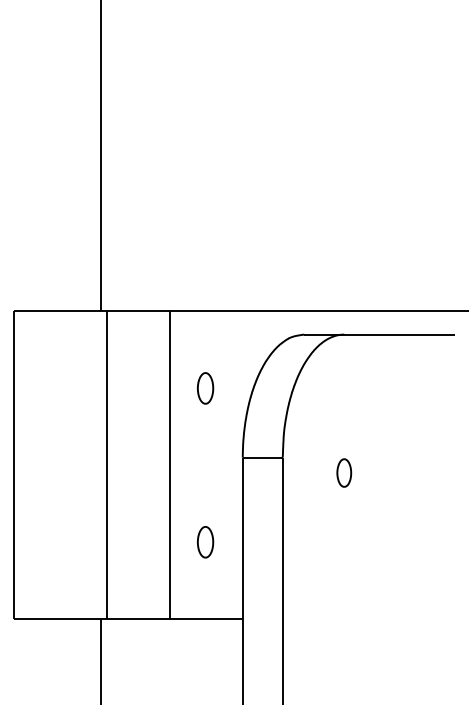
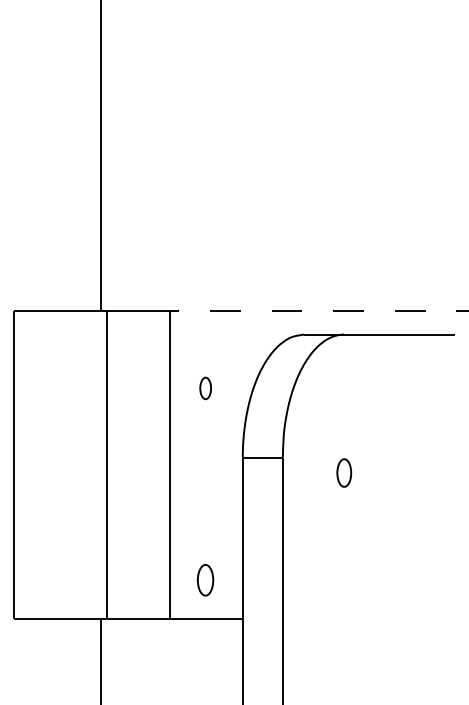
line at (319, 311): solid -> dashed
part at (205, 388) size: 18x33 px -> 13x25 px
part at (205, 542) position: (205, 542) -> (205, 580)
